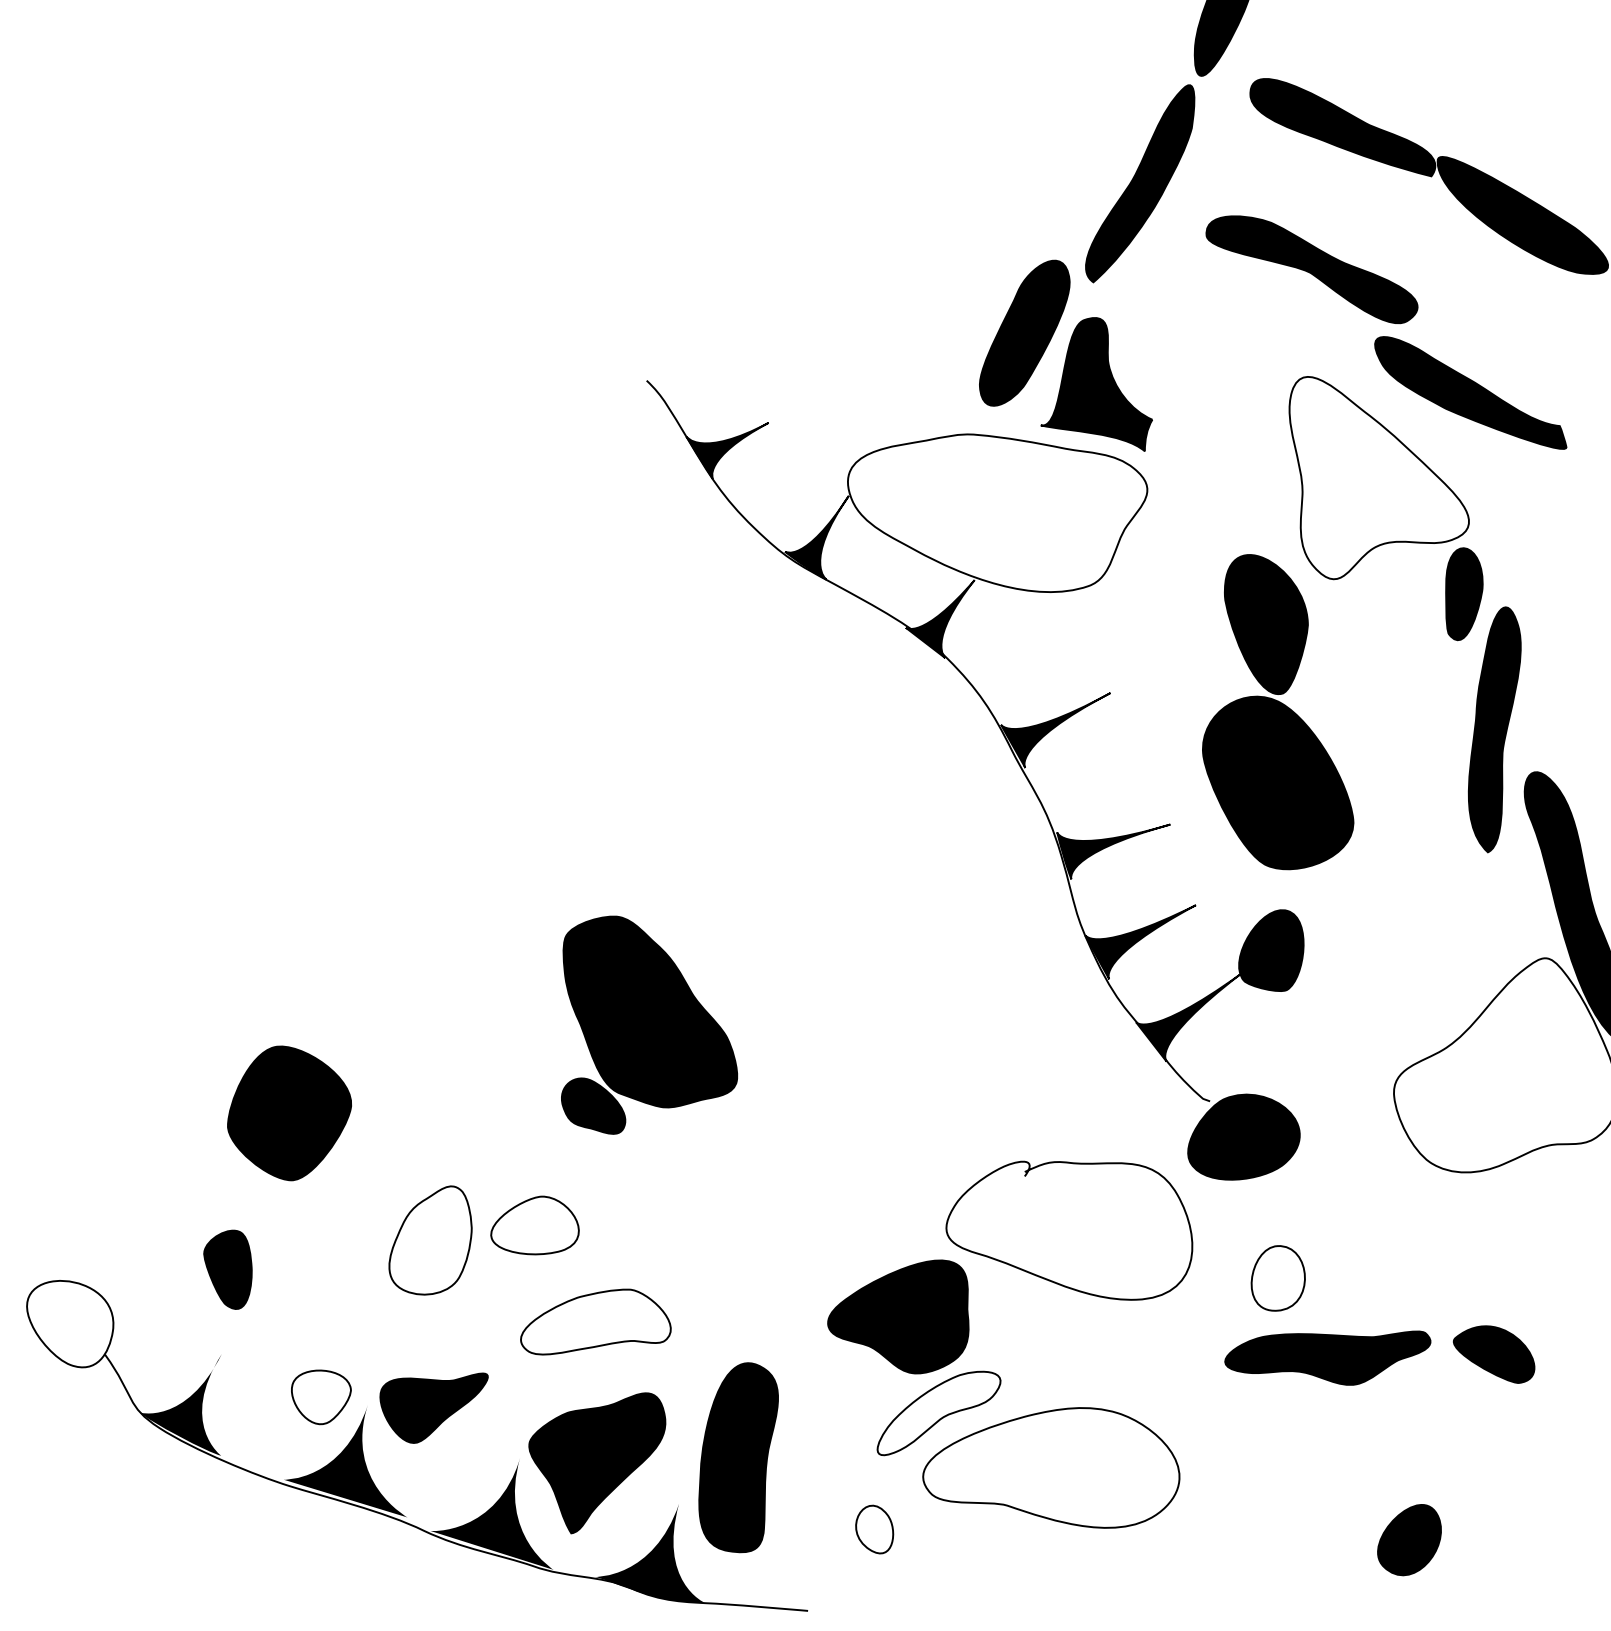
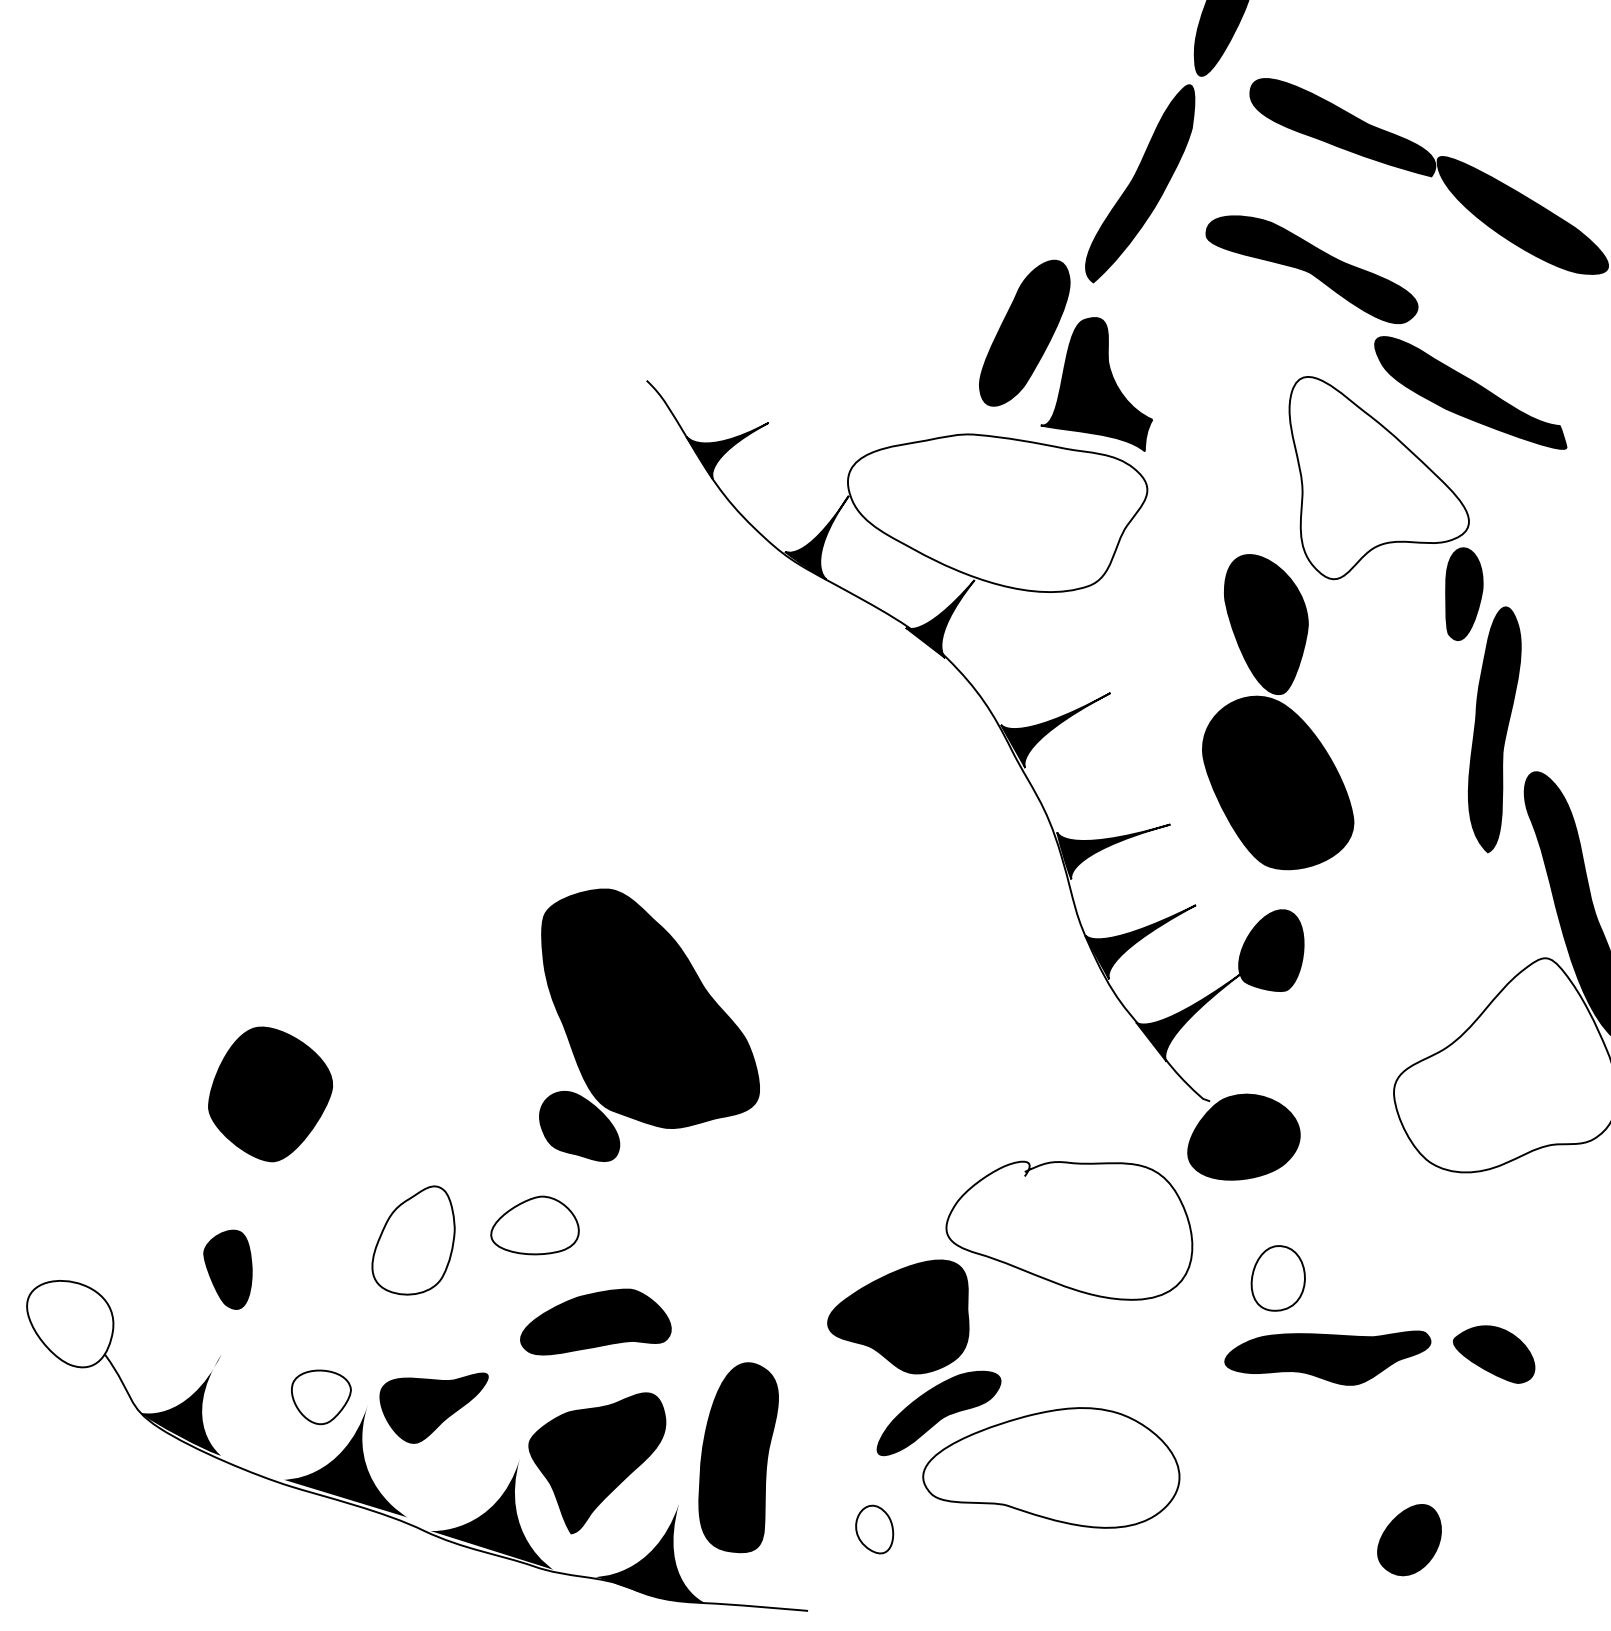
part at (649, 1024) size: 178x220 px -> 221x274 px
part at (289, 1113) position: (289, 1113) -> (270, 1094)
part at (430, 1240) position: (430, 1240) -> (413, 1240)
fill at (595, 1321): none -> present
fill at (938, 1413): none -> present
